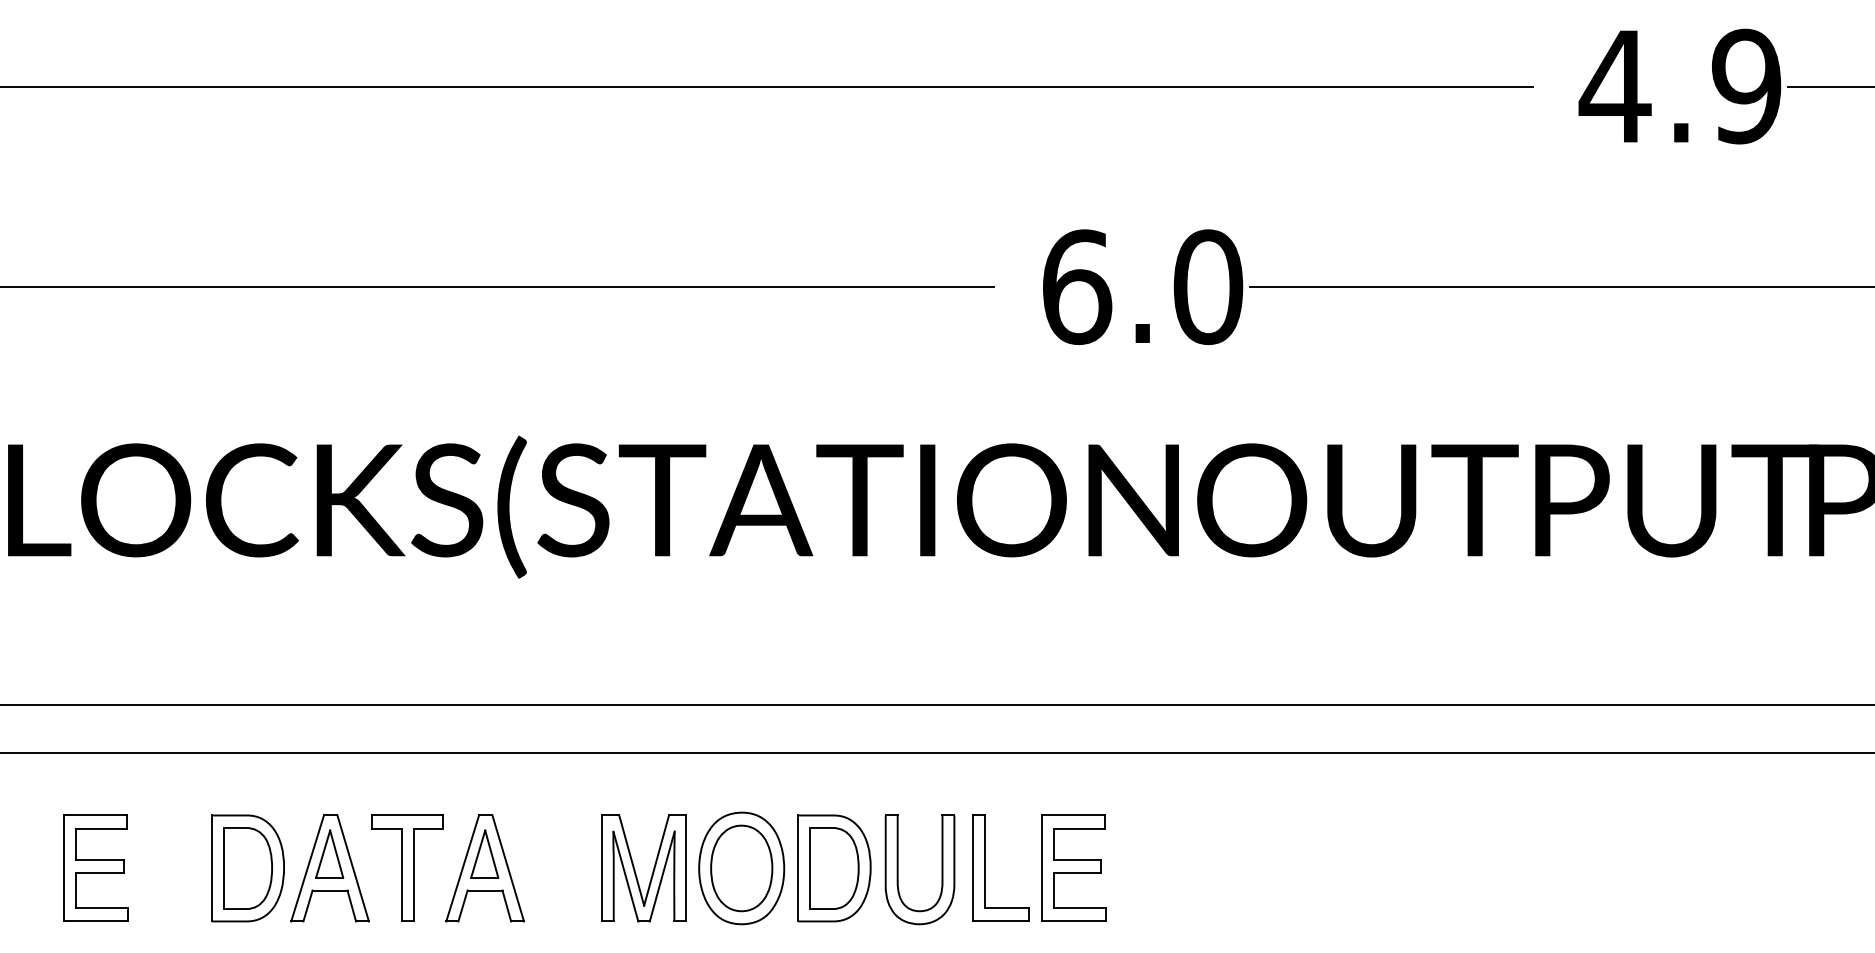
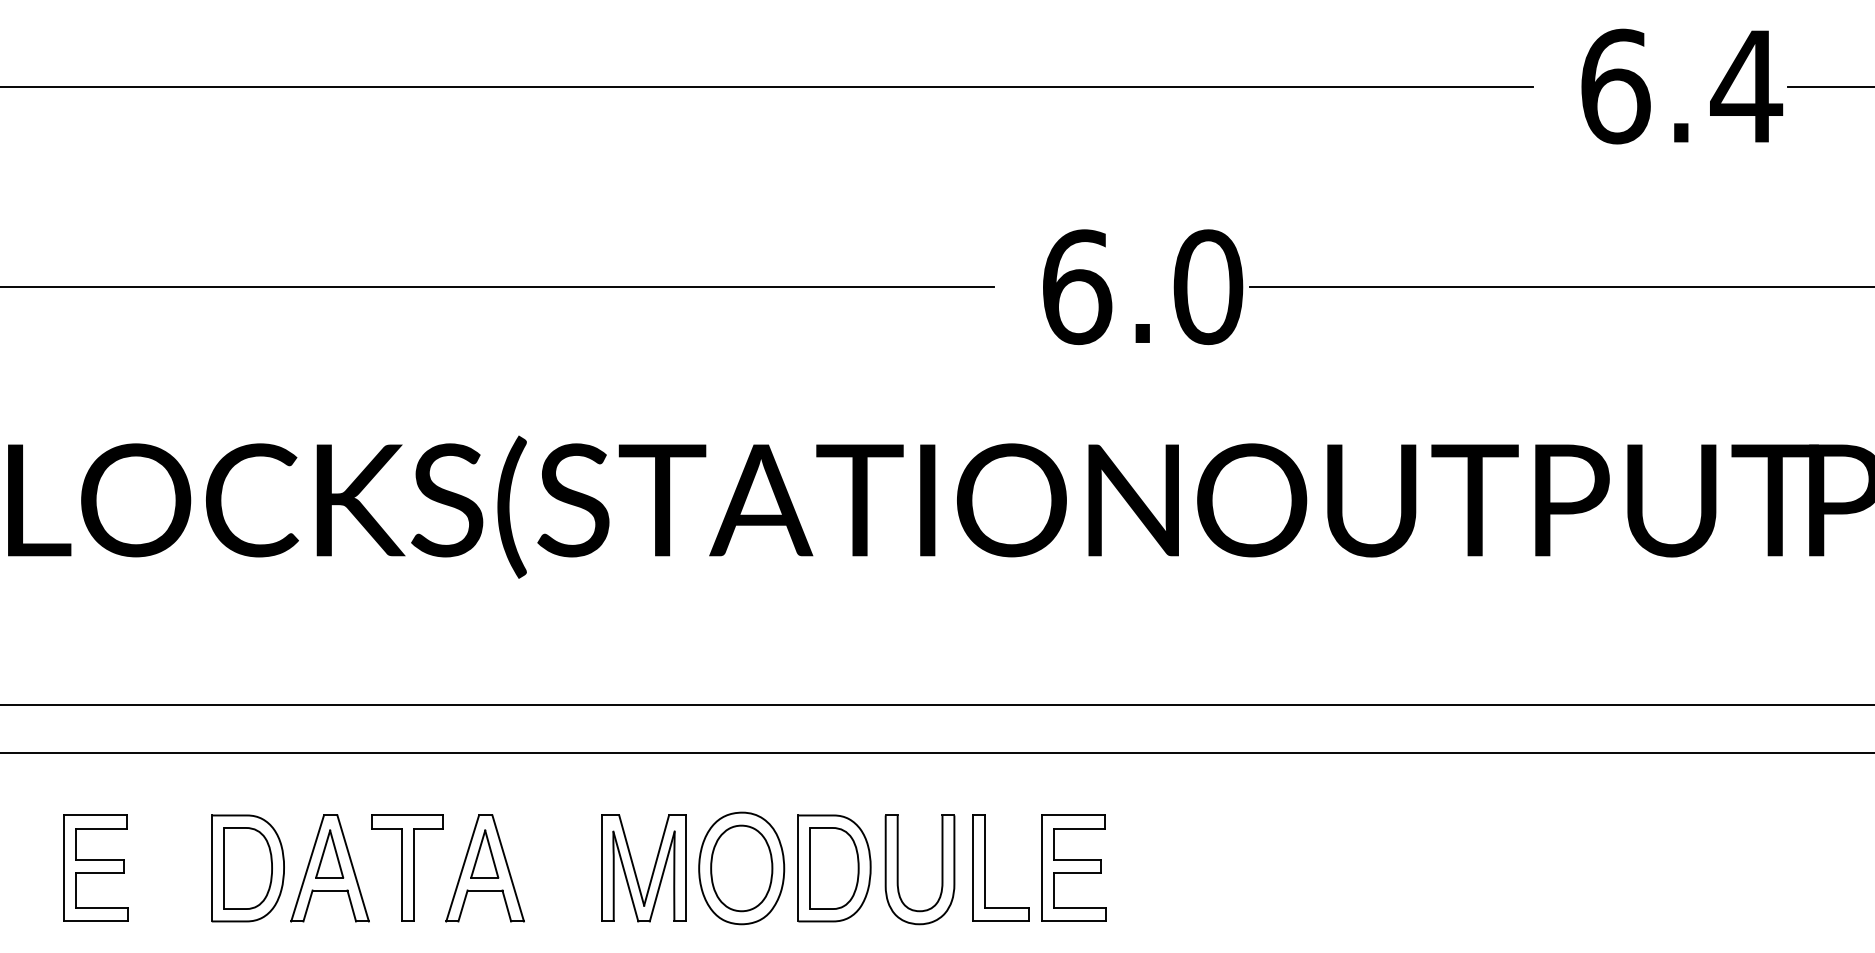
text at (1680, 86): 4.9 -> 6.4
